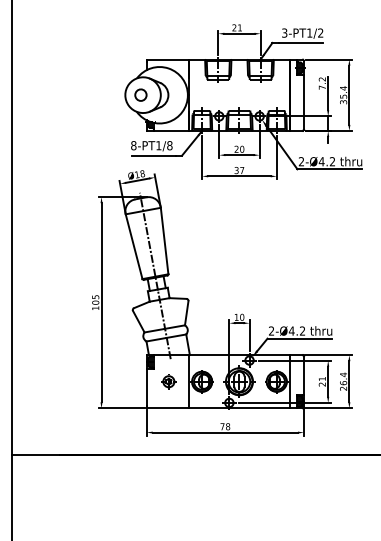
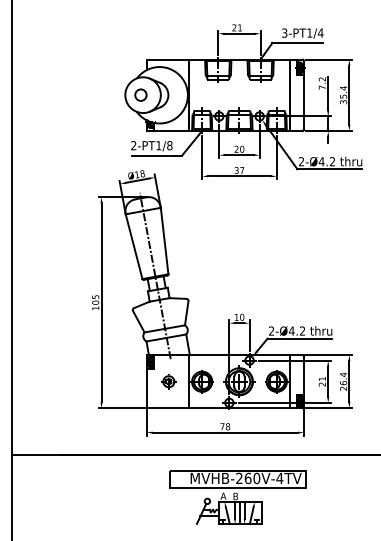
text at (320, 32): 3-PT1/2 -> 3-PT1/4
text at (133, 145): 8-PT1/8 -> 2-PT1/8
part at (237, 497): none -> present
